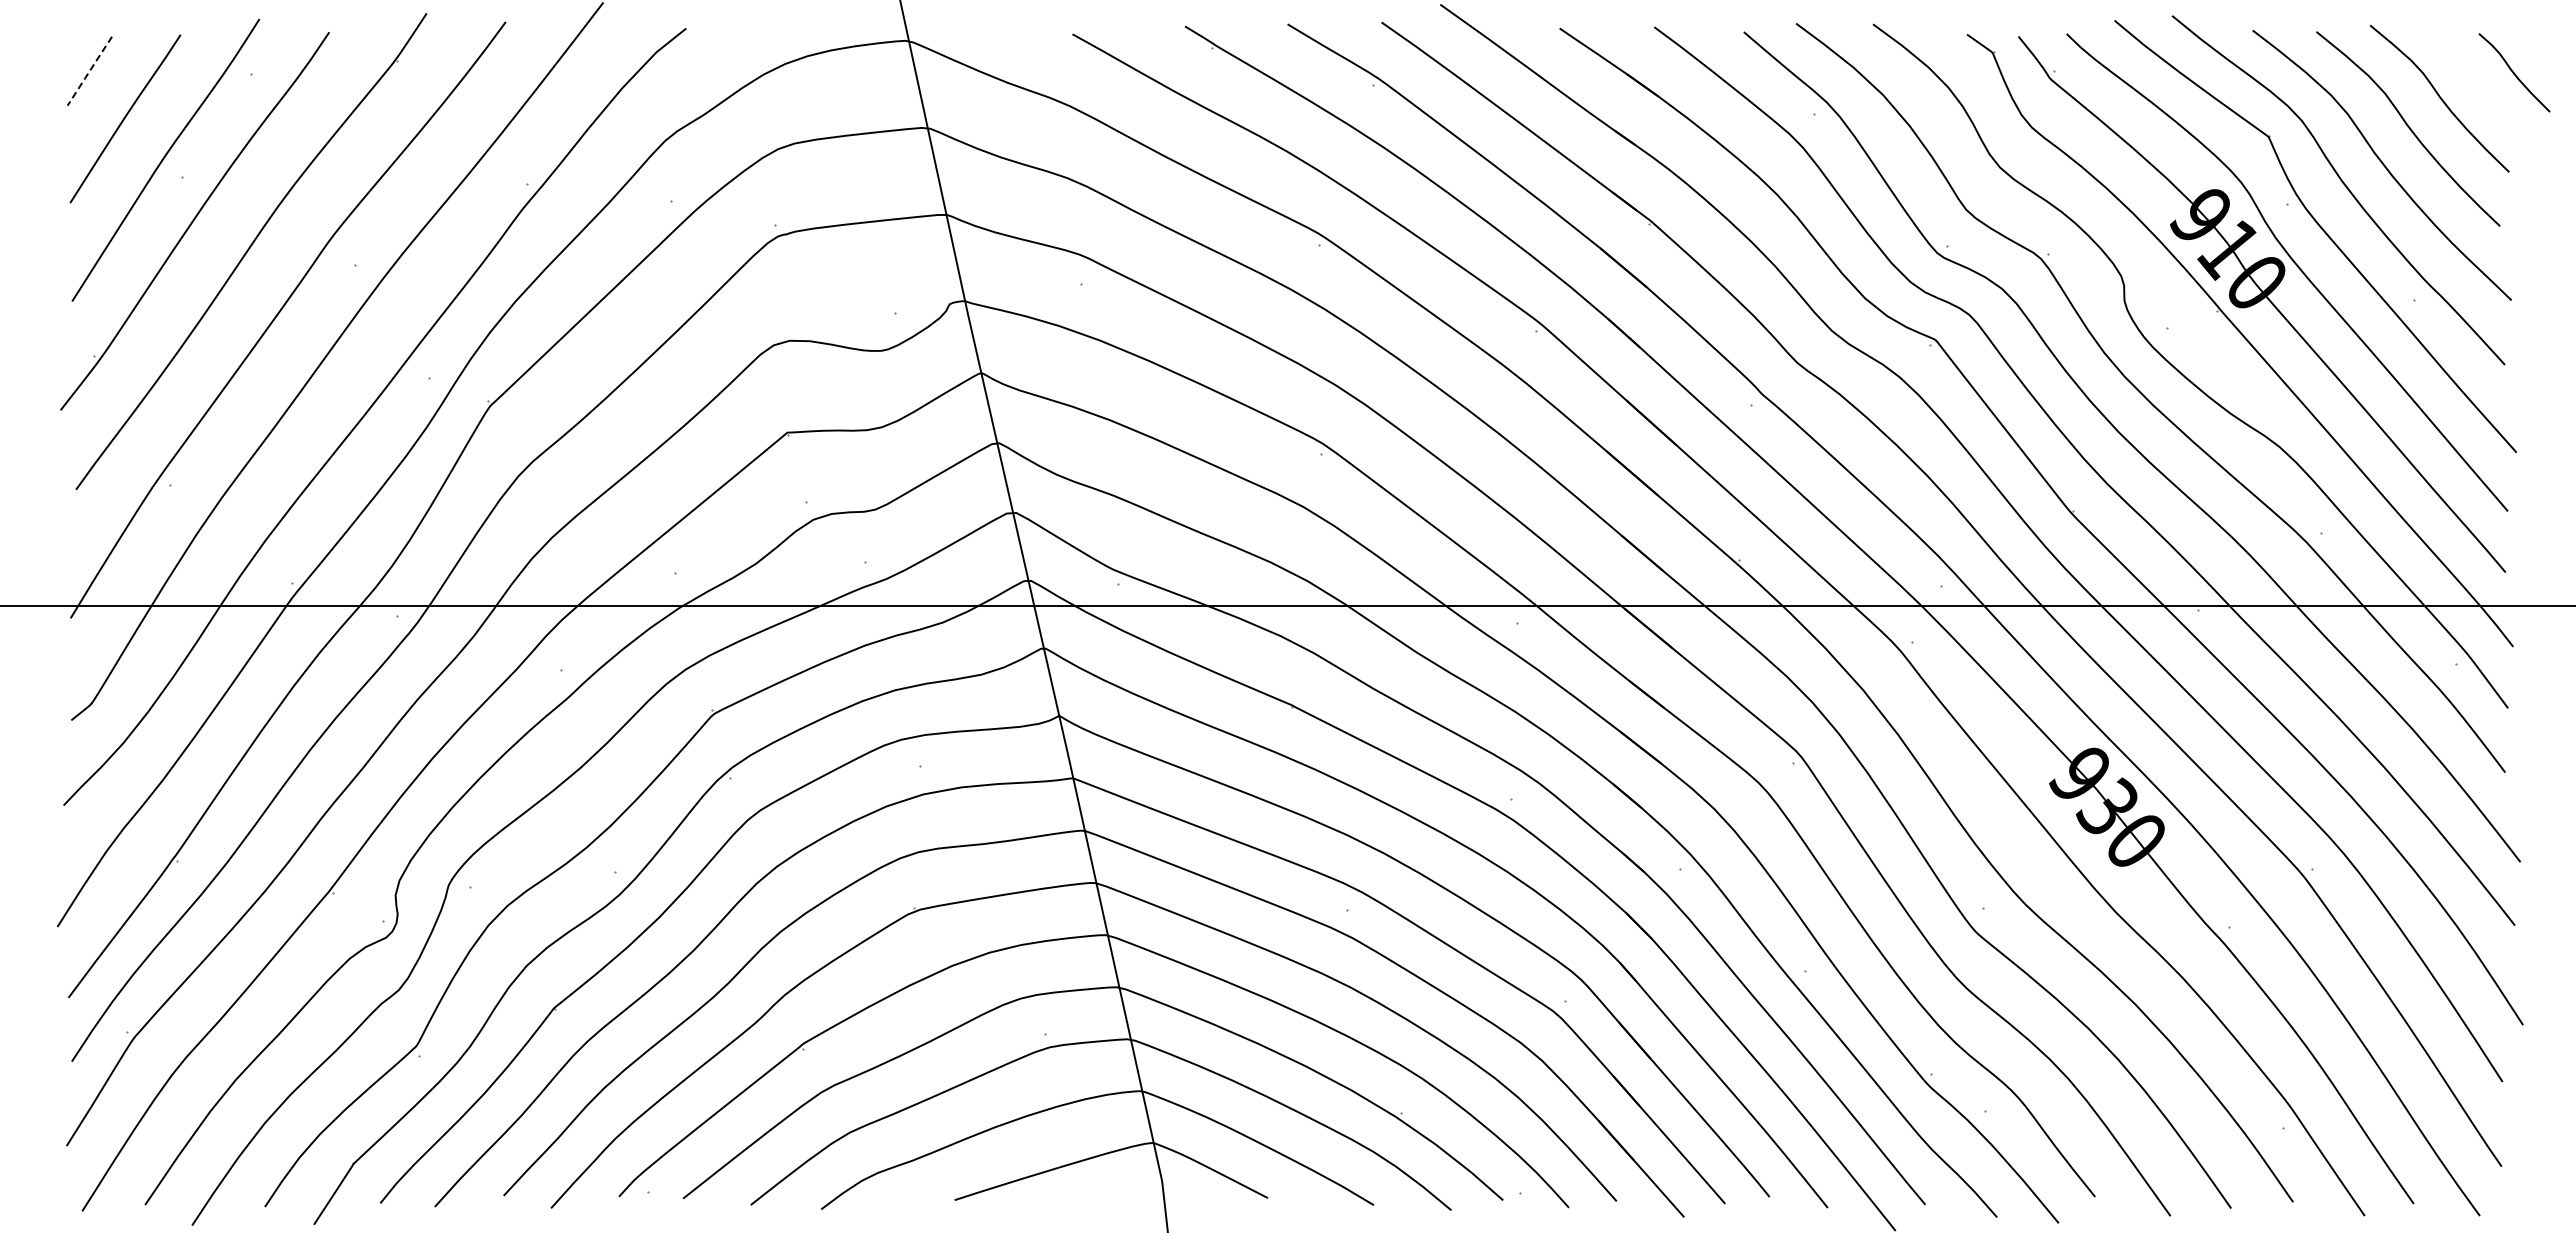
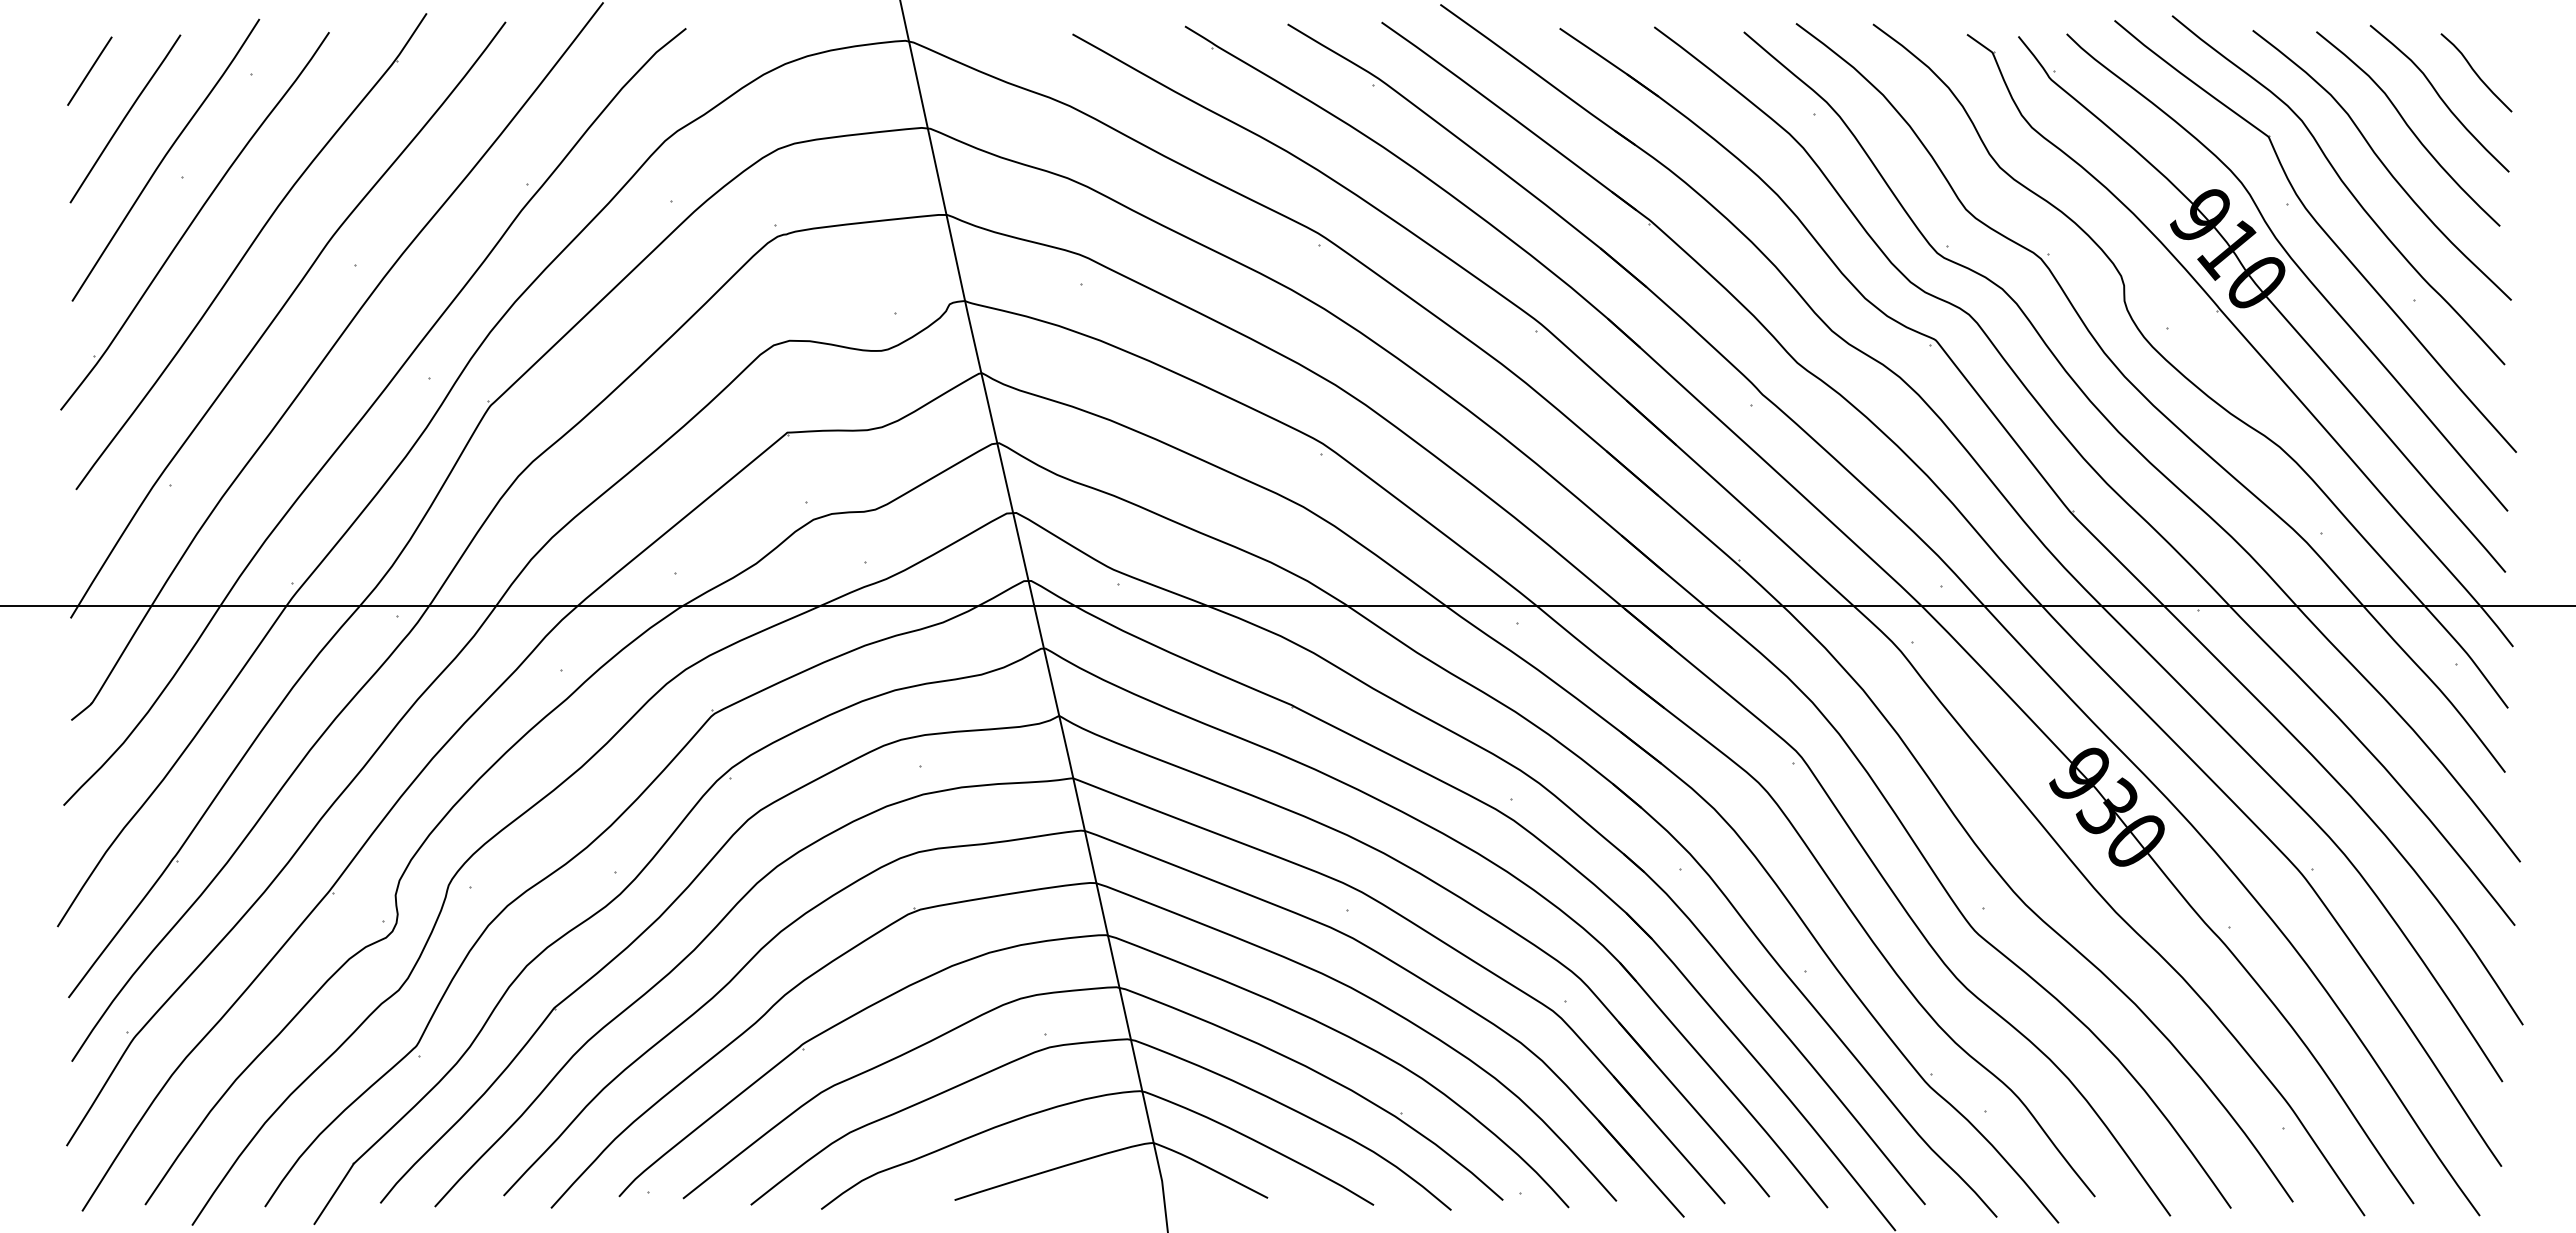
line at (89, 71): dashed -> solid
curve at (2514, 72) position: (2514, 72) -> (2476, 72)
